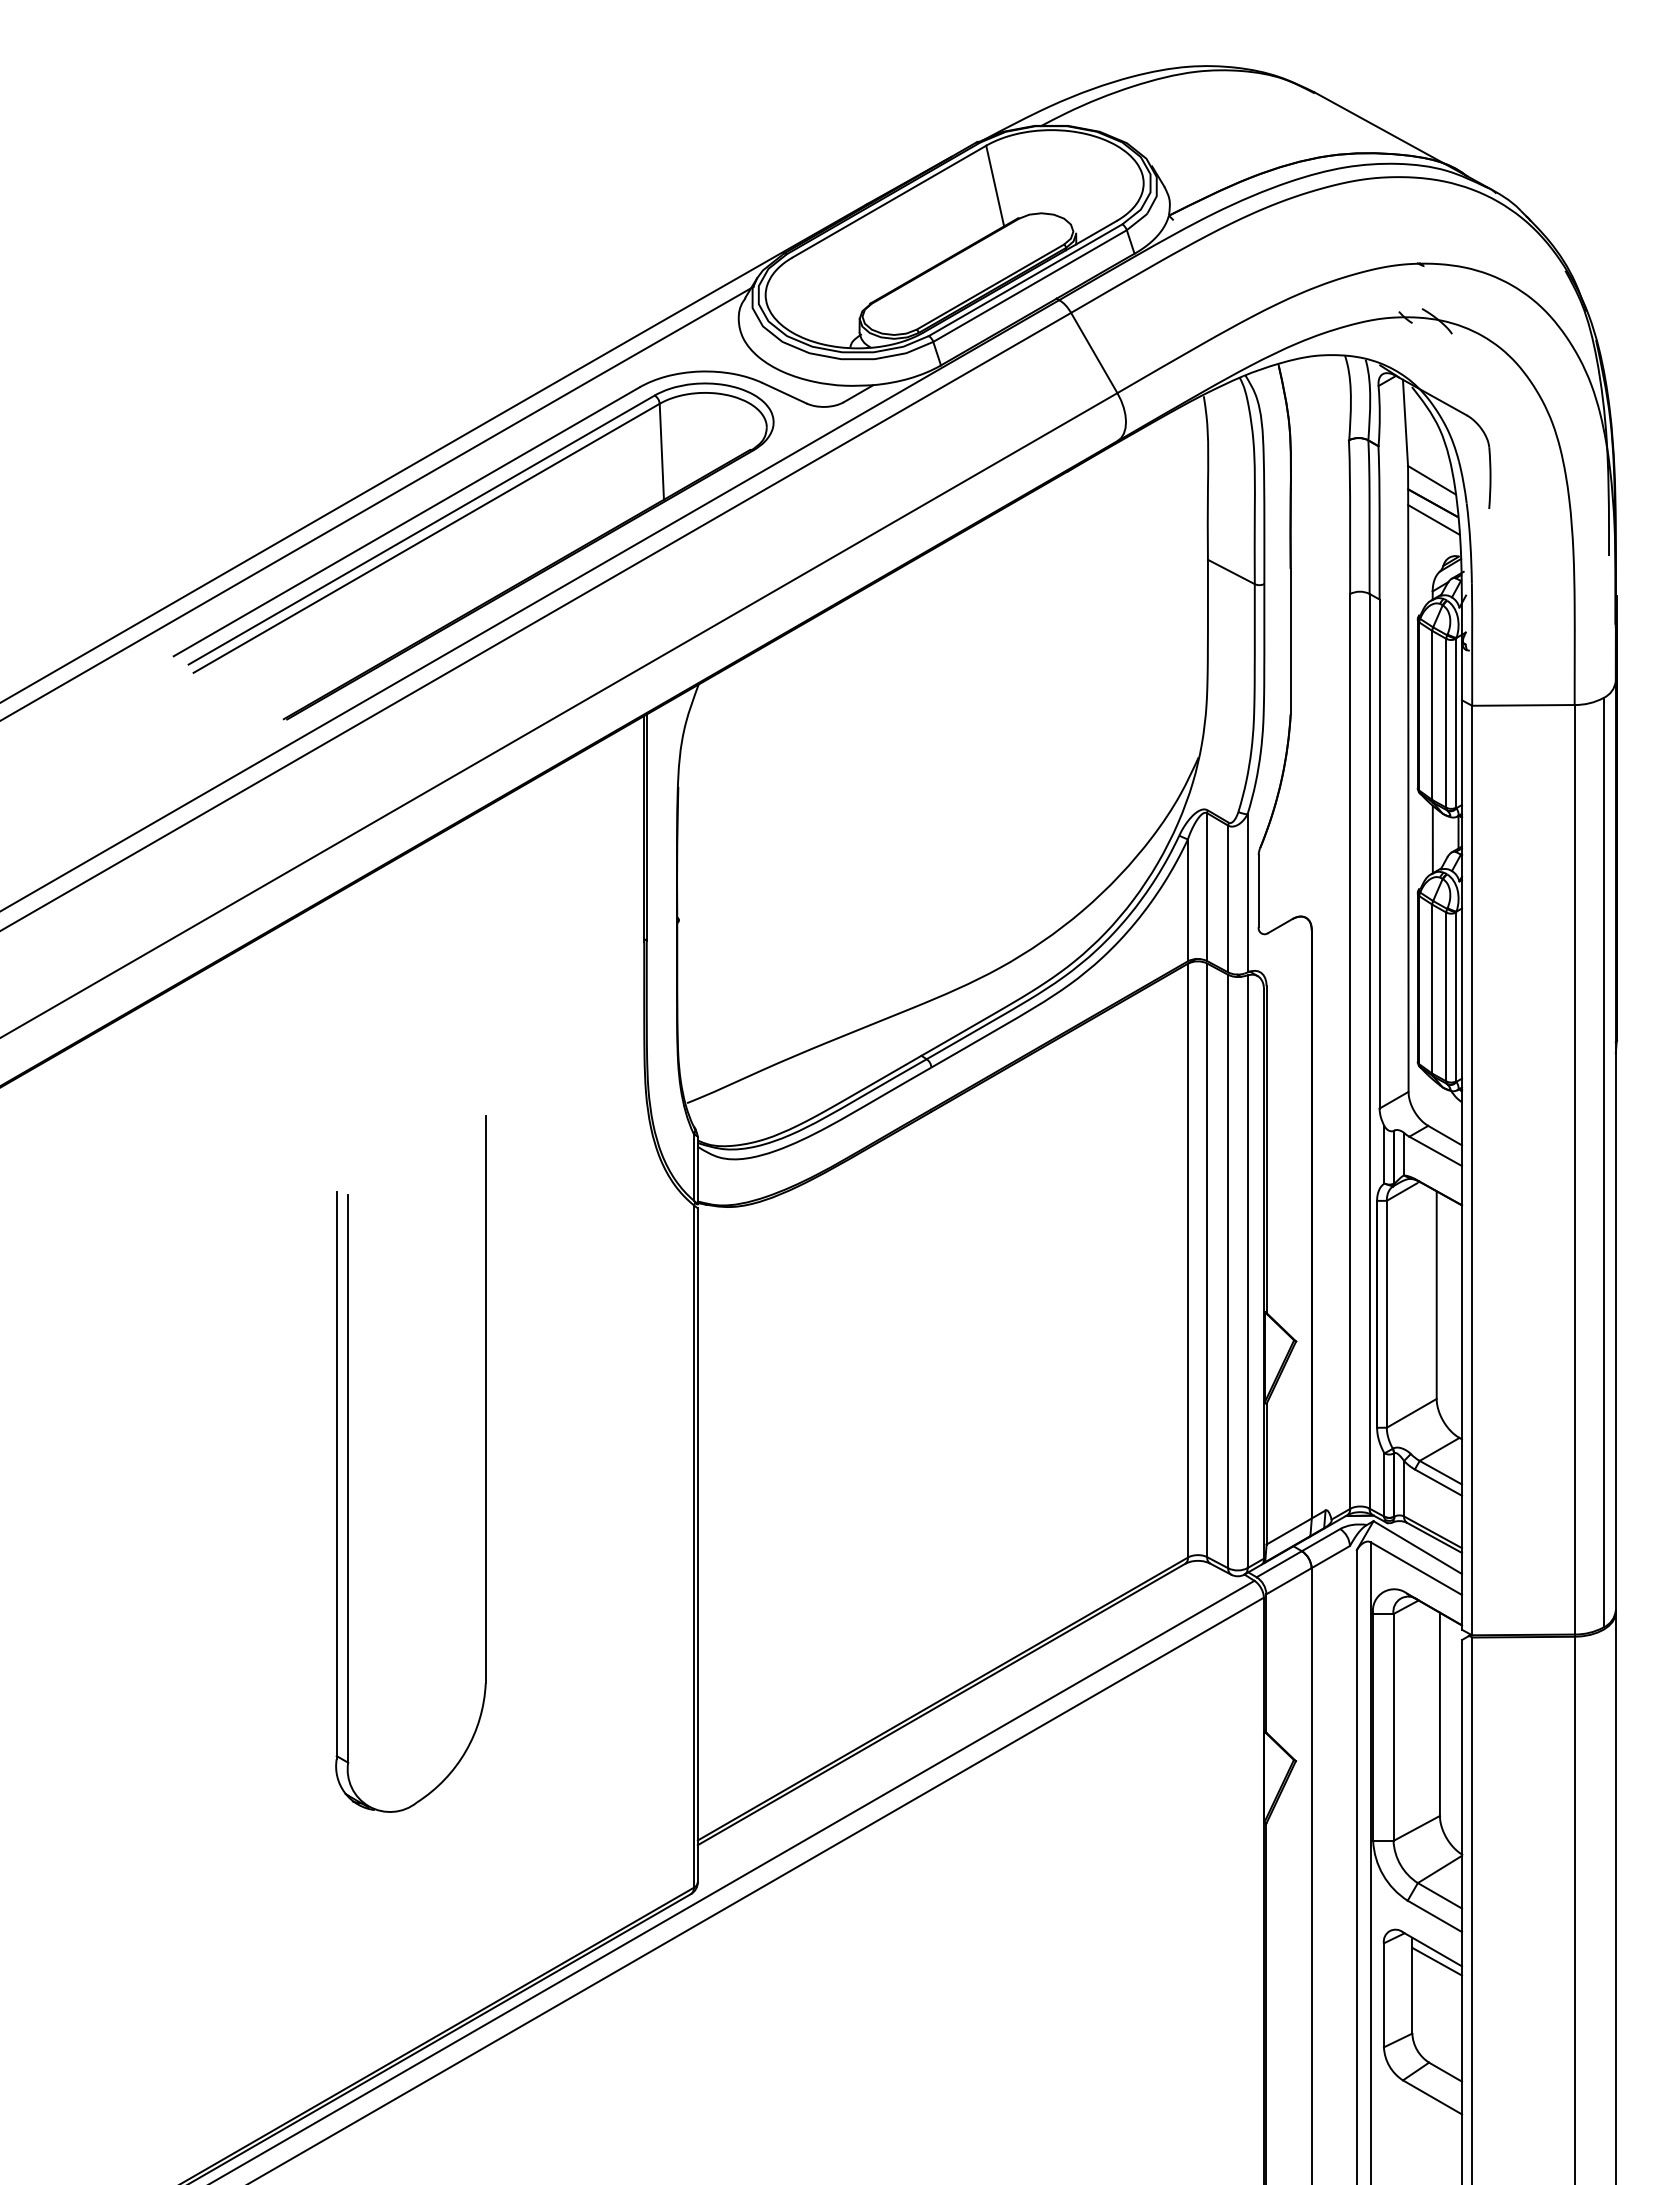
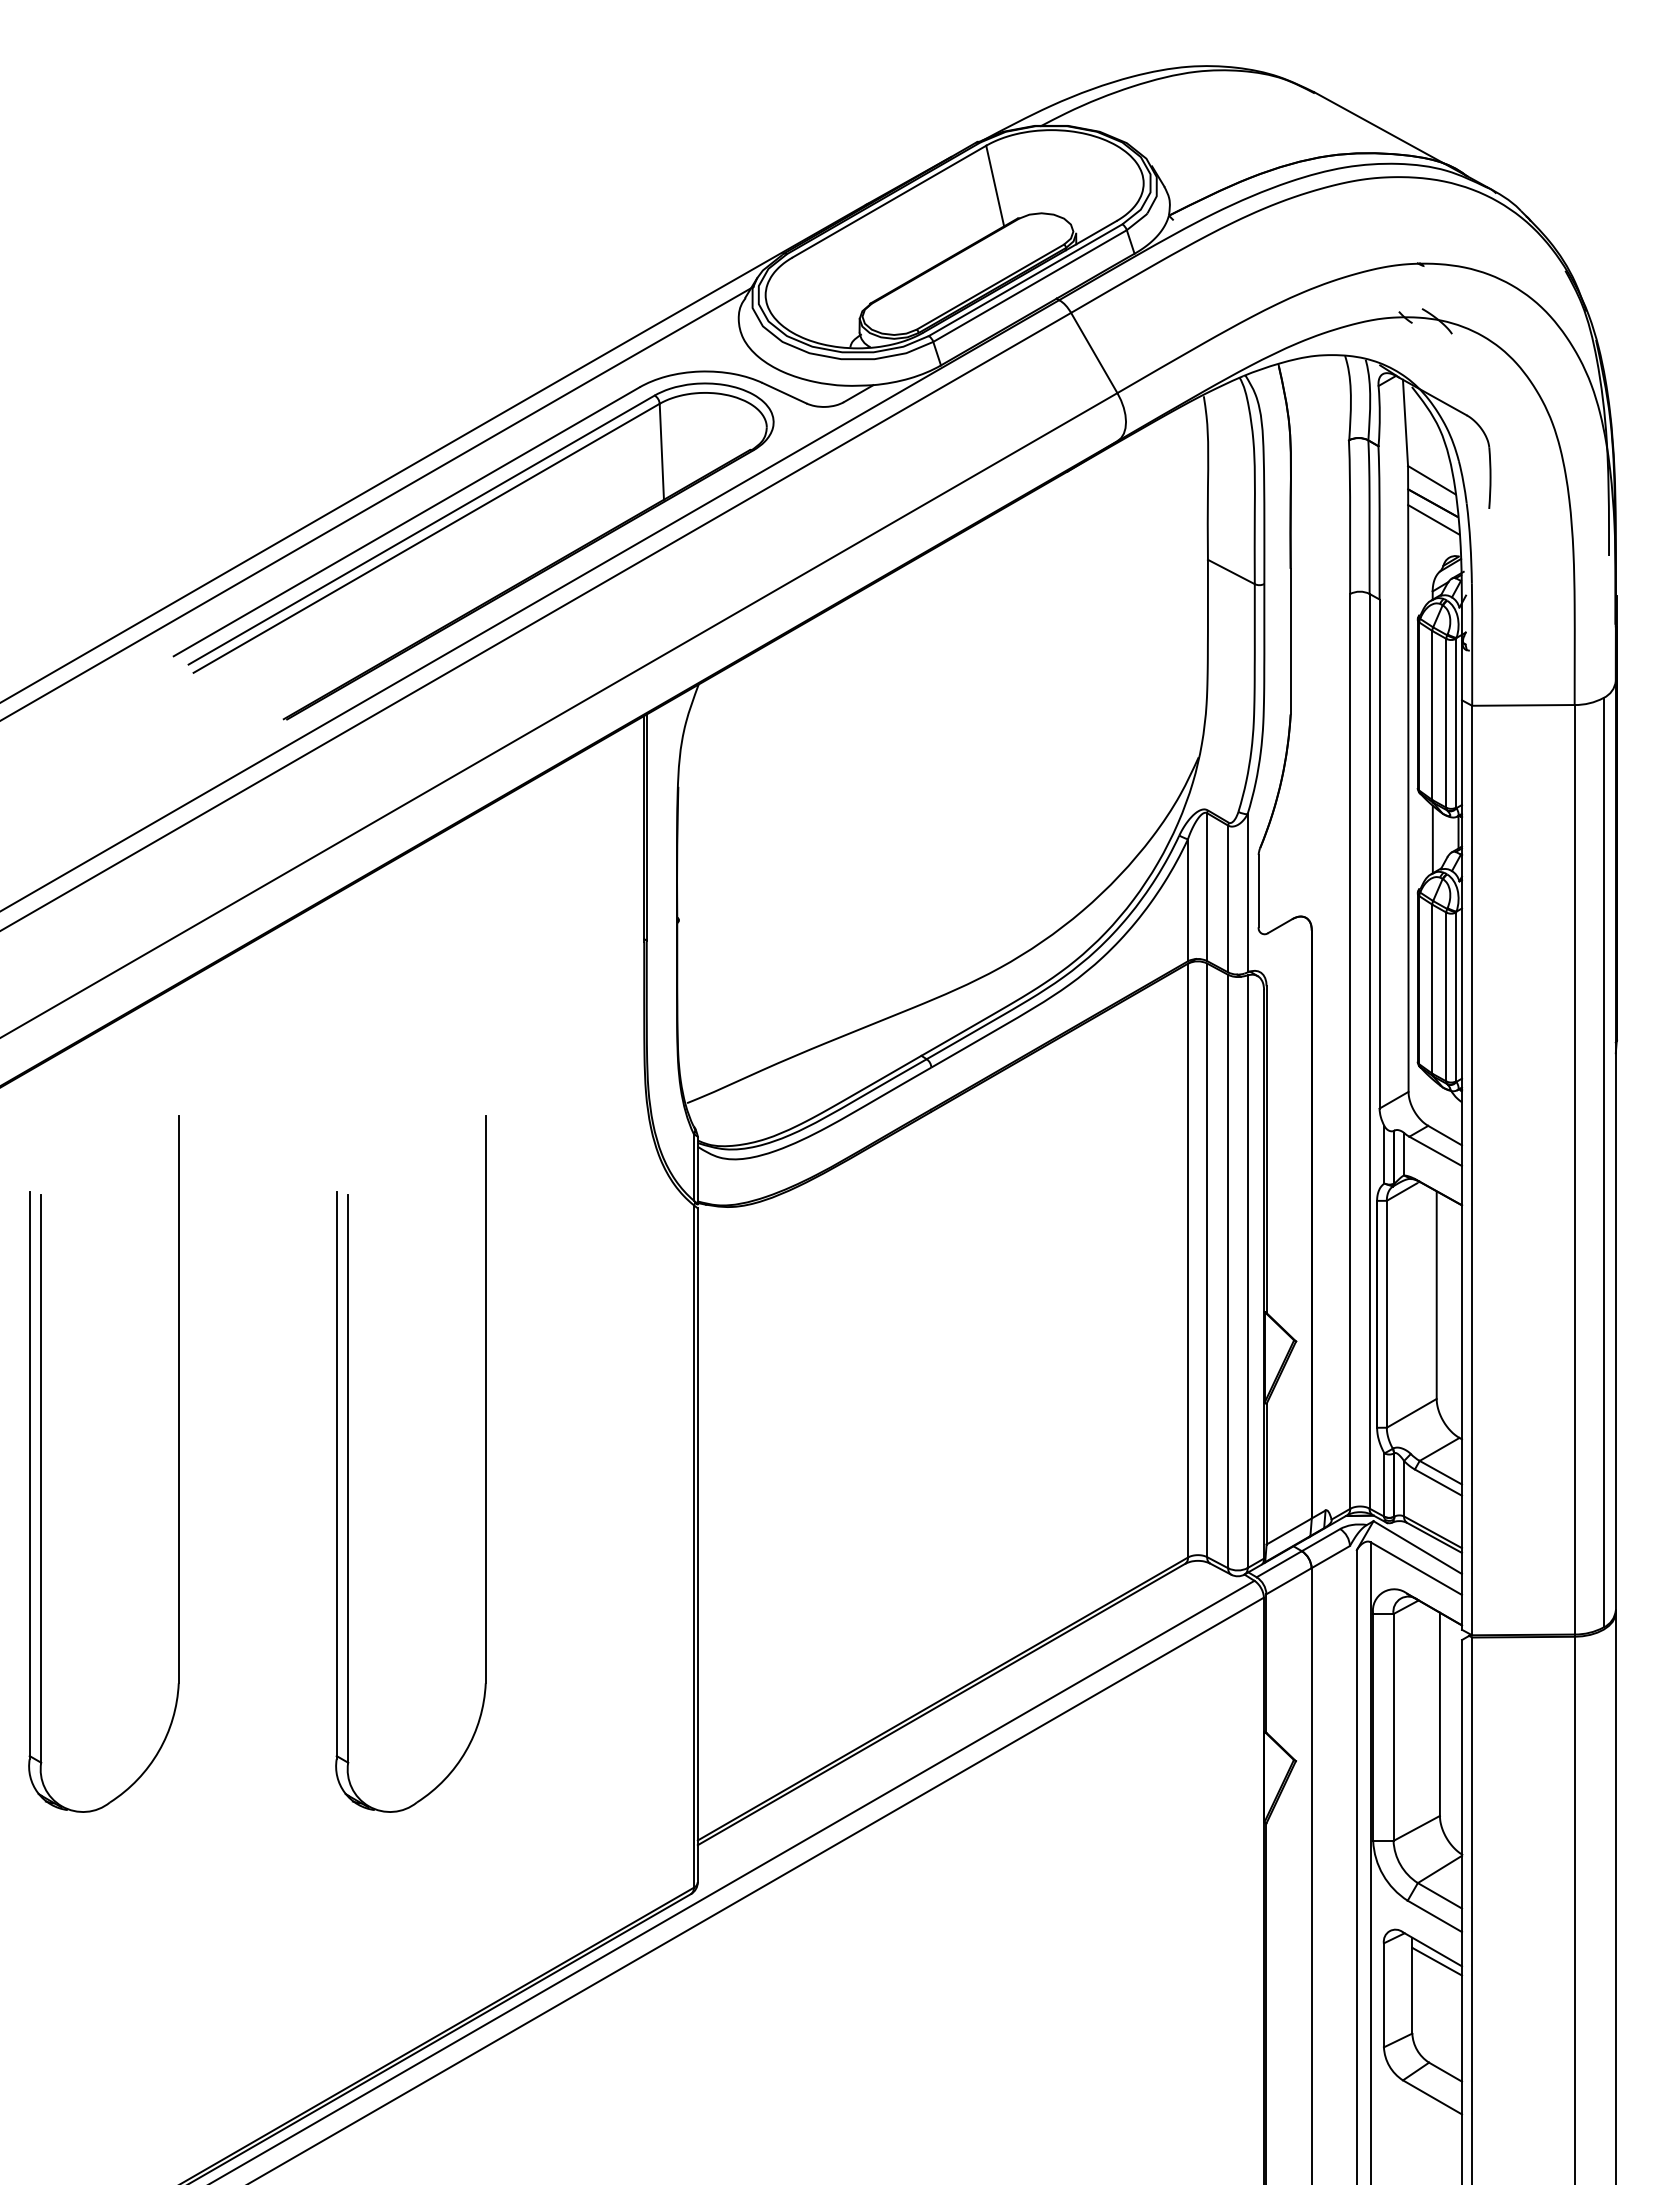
part at (41, 1463): none -> present
